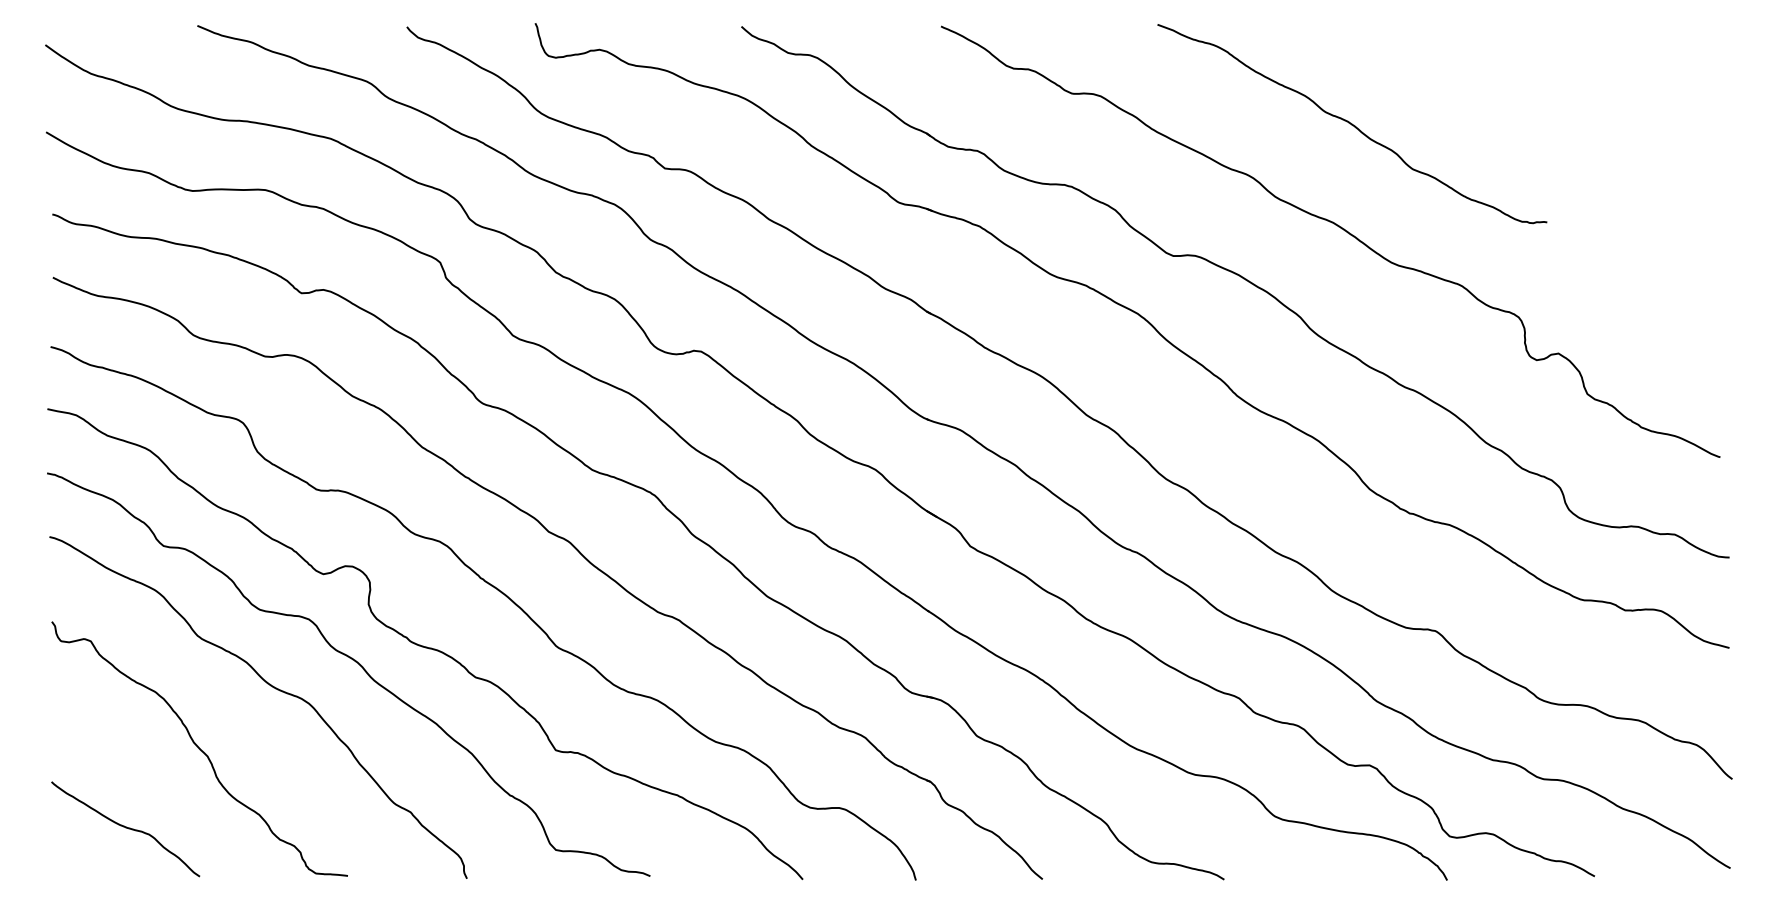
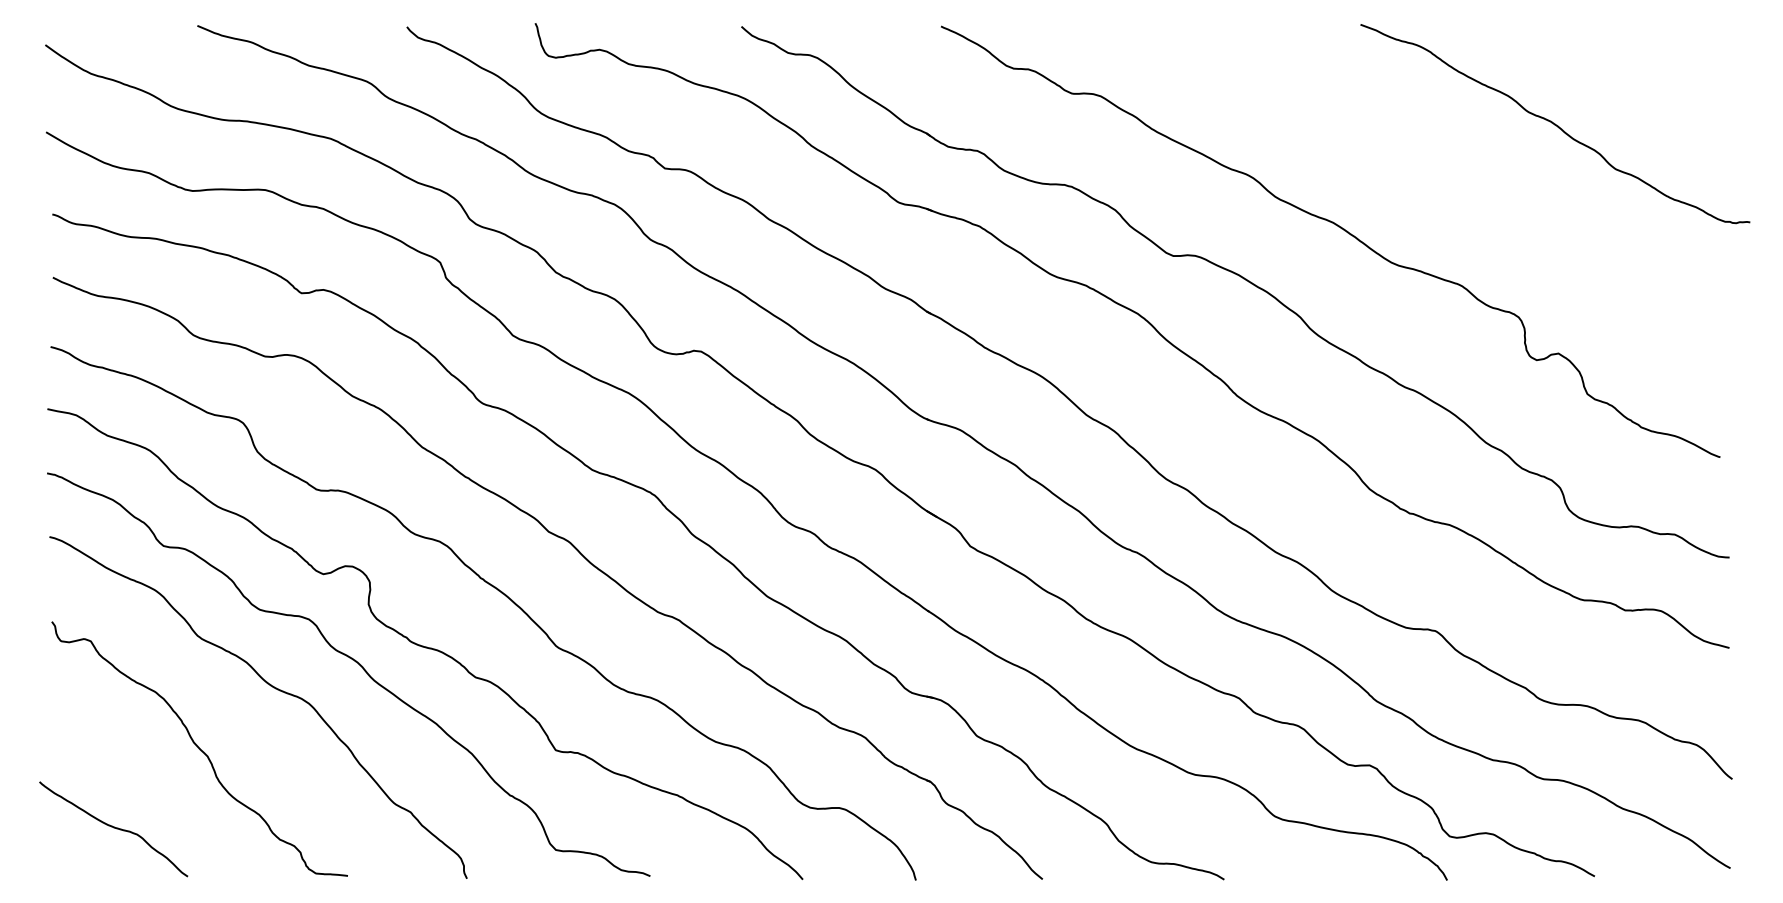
curve at (1352, 124) position: (1352, 124) -> (1555, 124)
curve at (125, 828) position: (125, 828) -> (113, 828)
